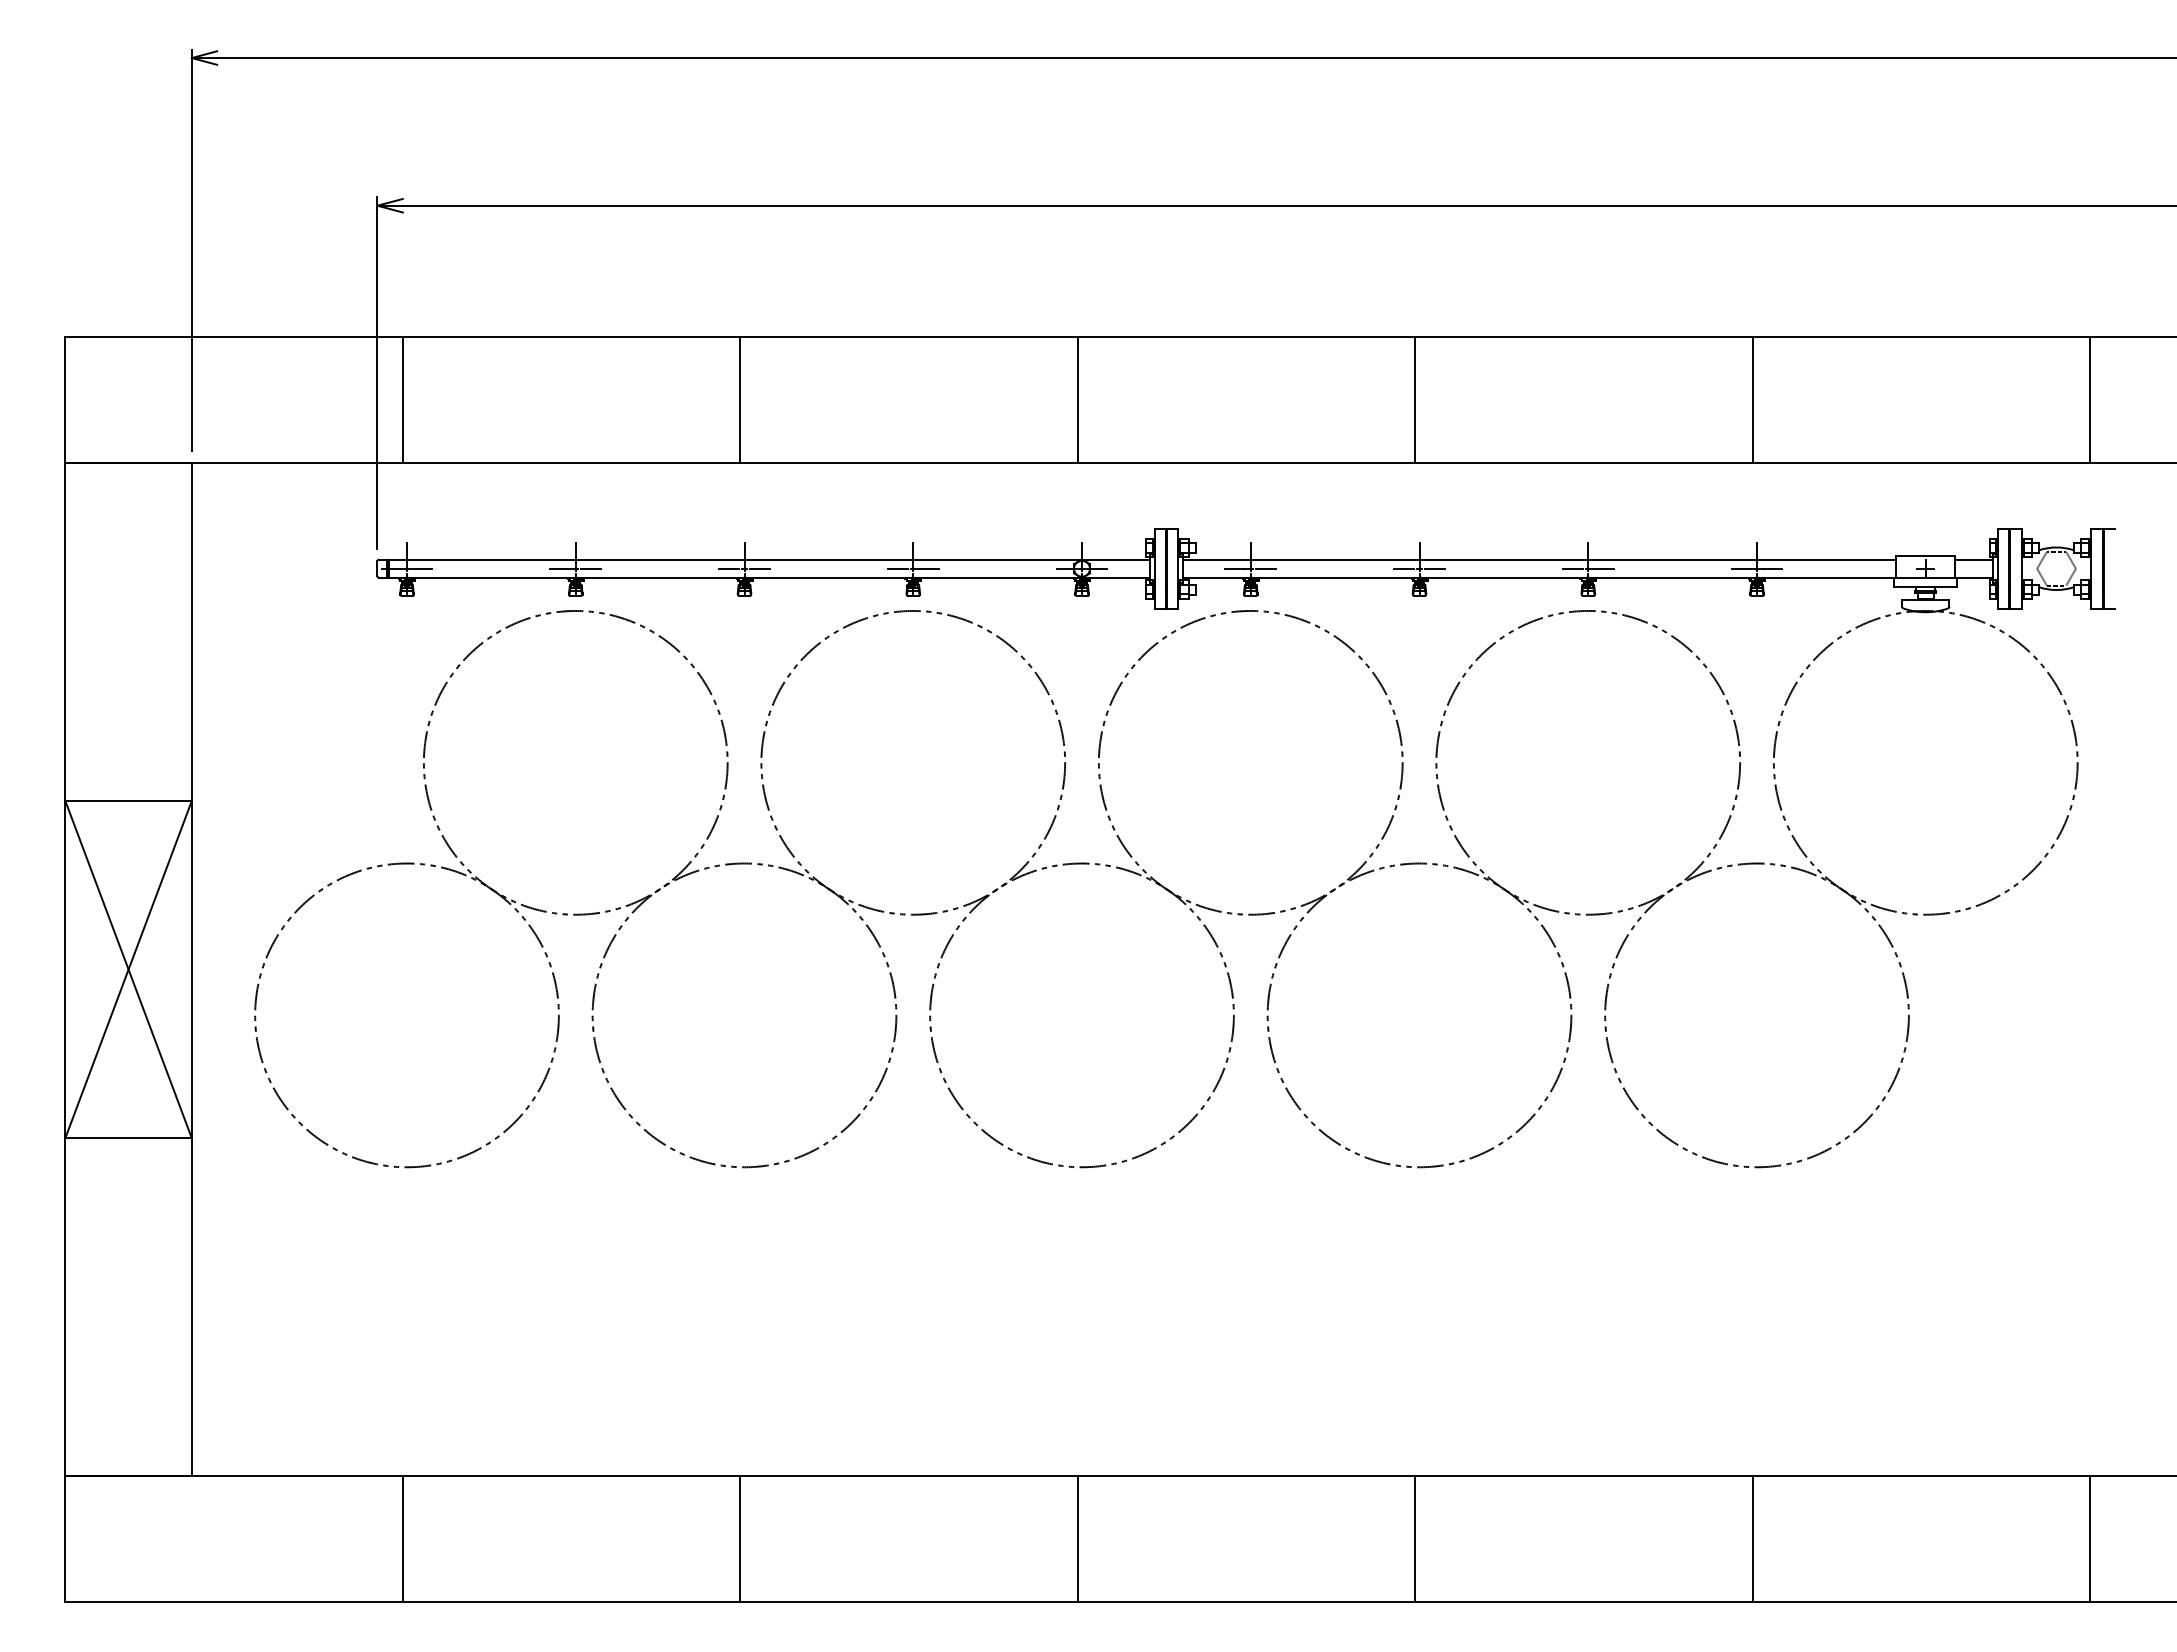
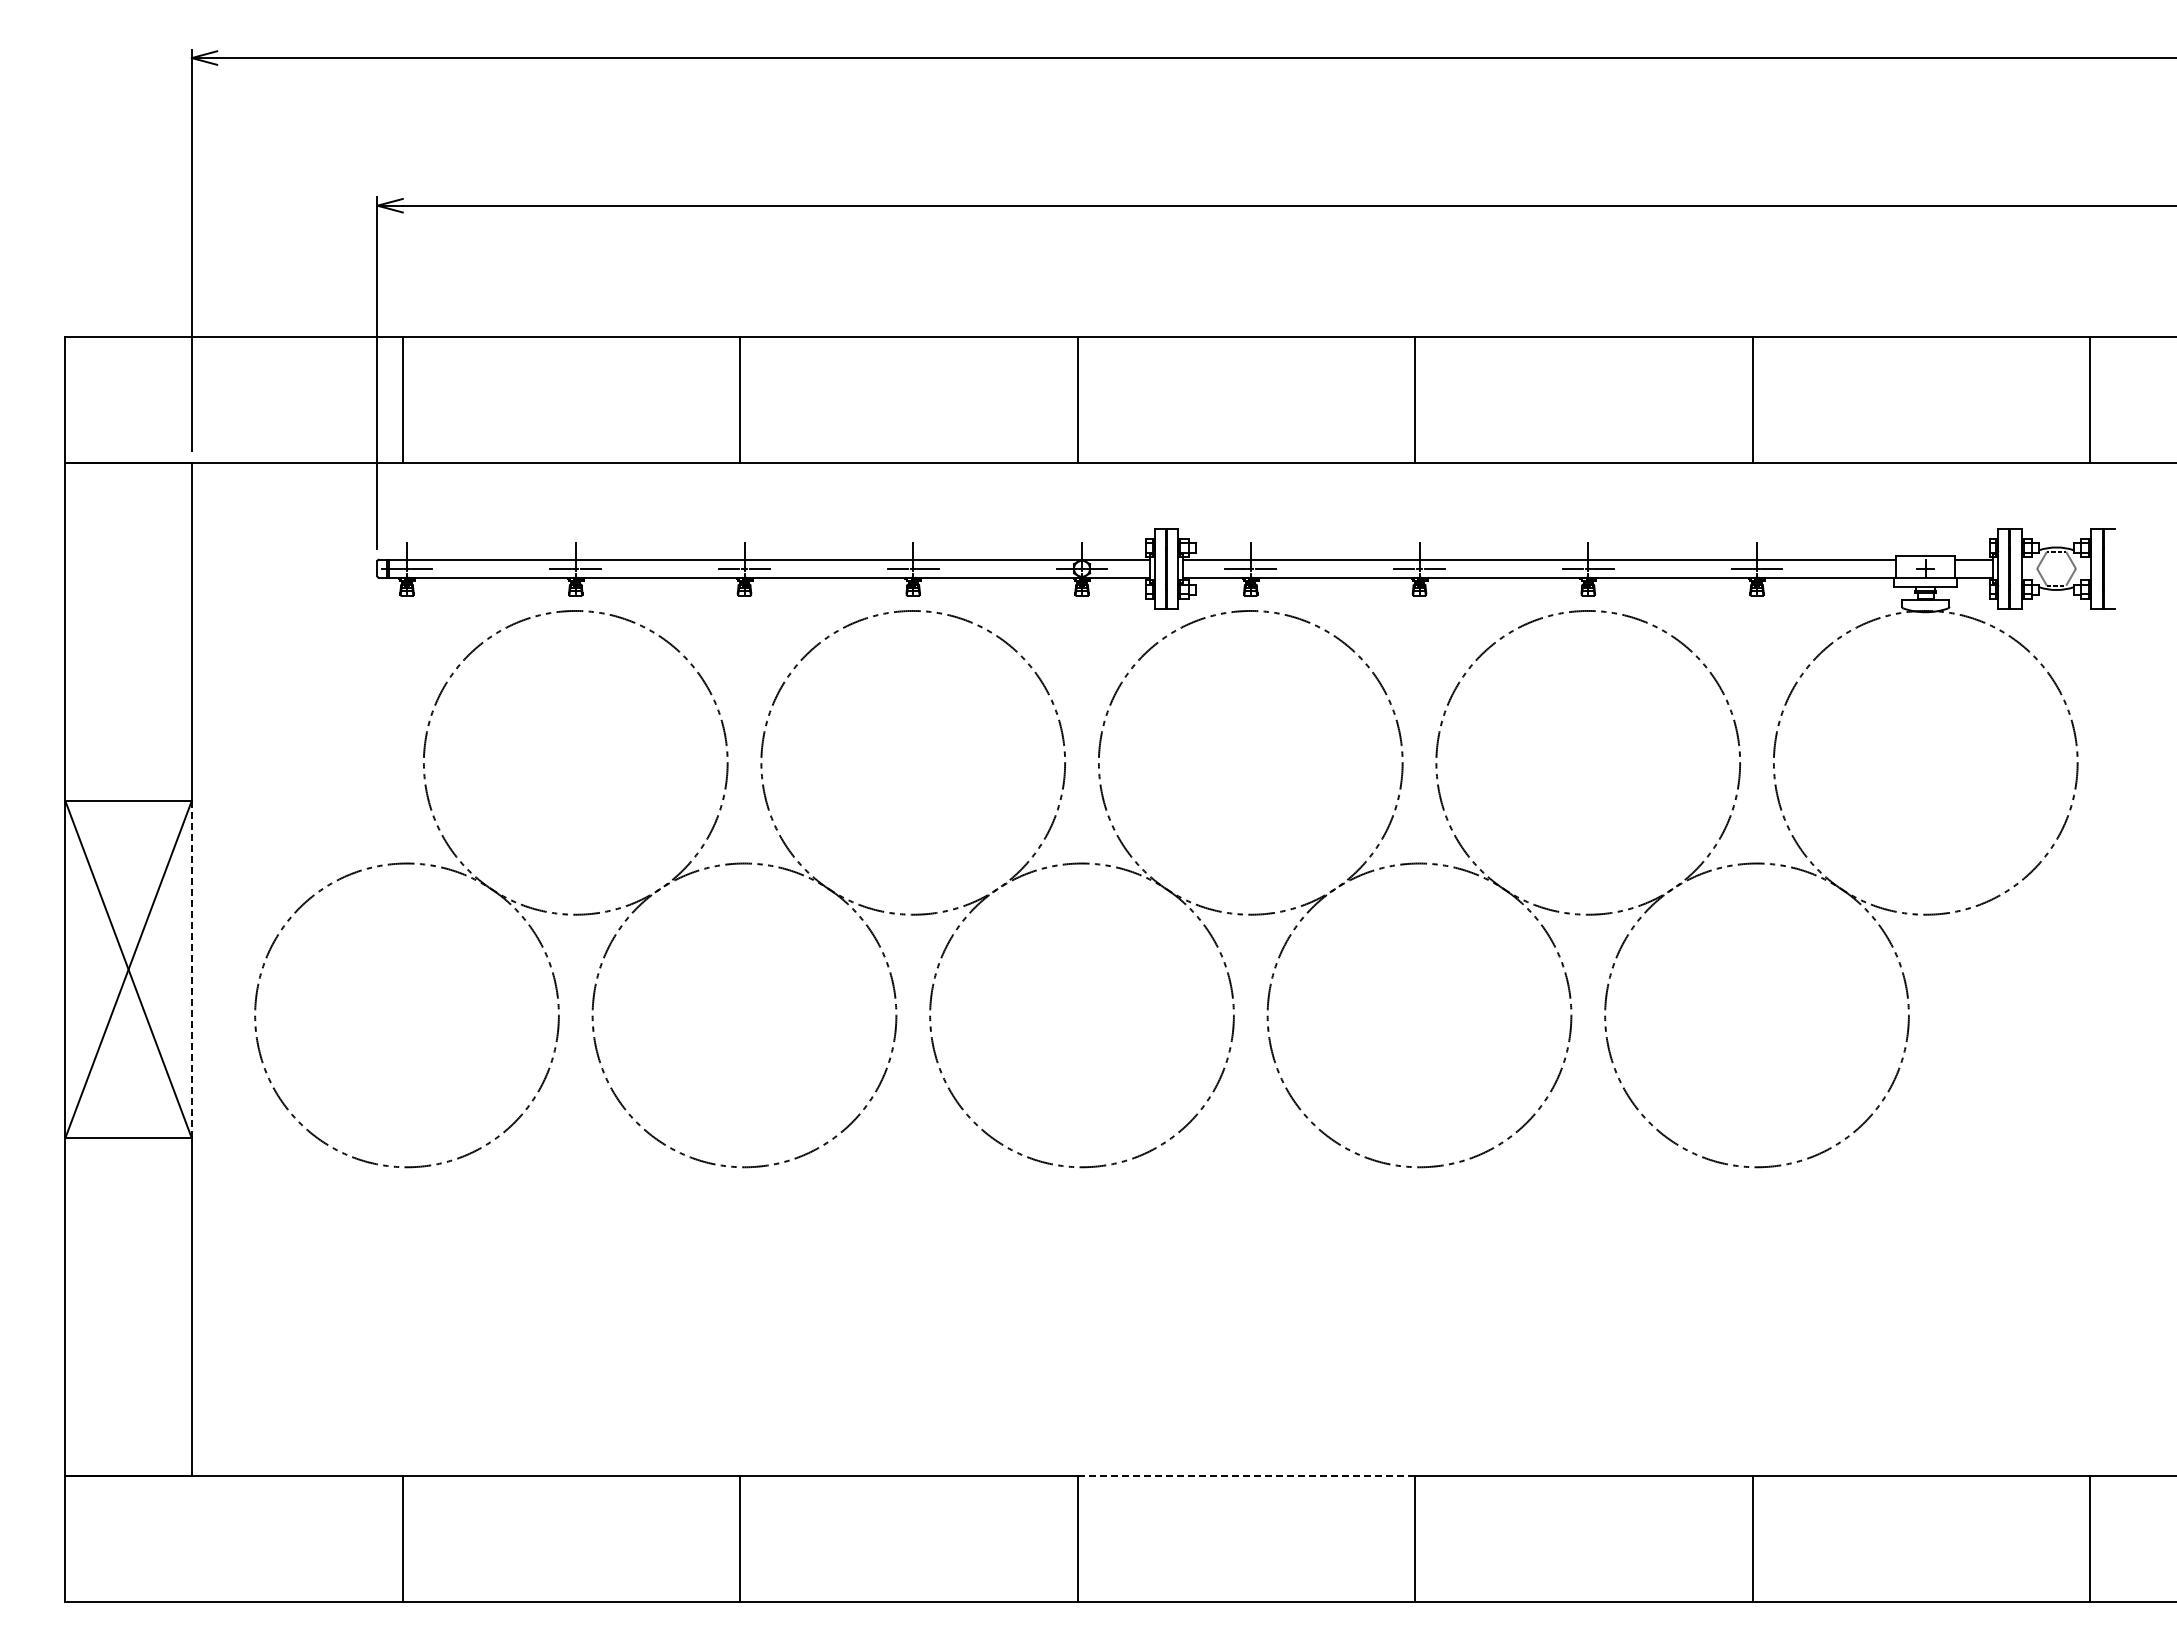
line at (191, 969): solid -> dashed
line at (1246, 1475): solid -> dashed
